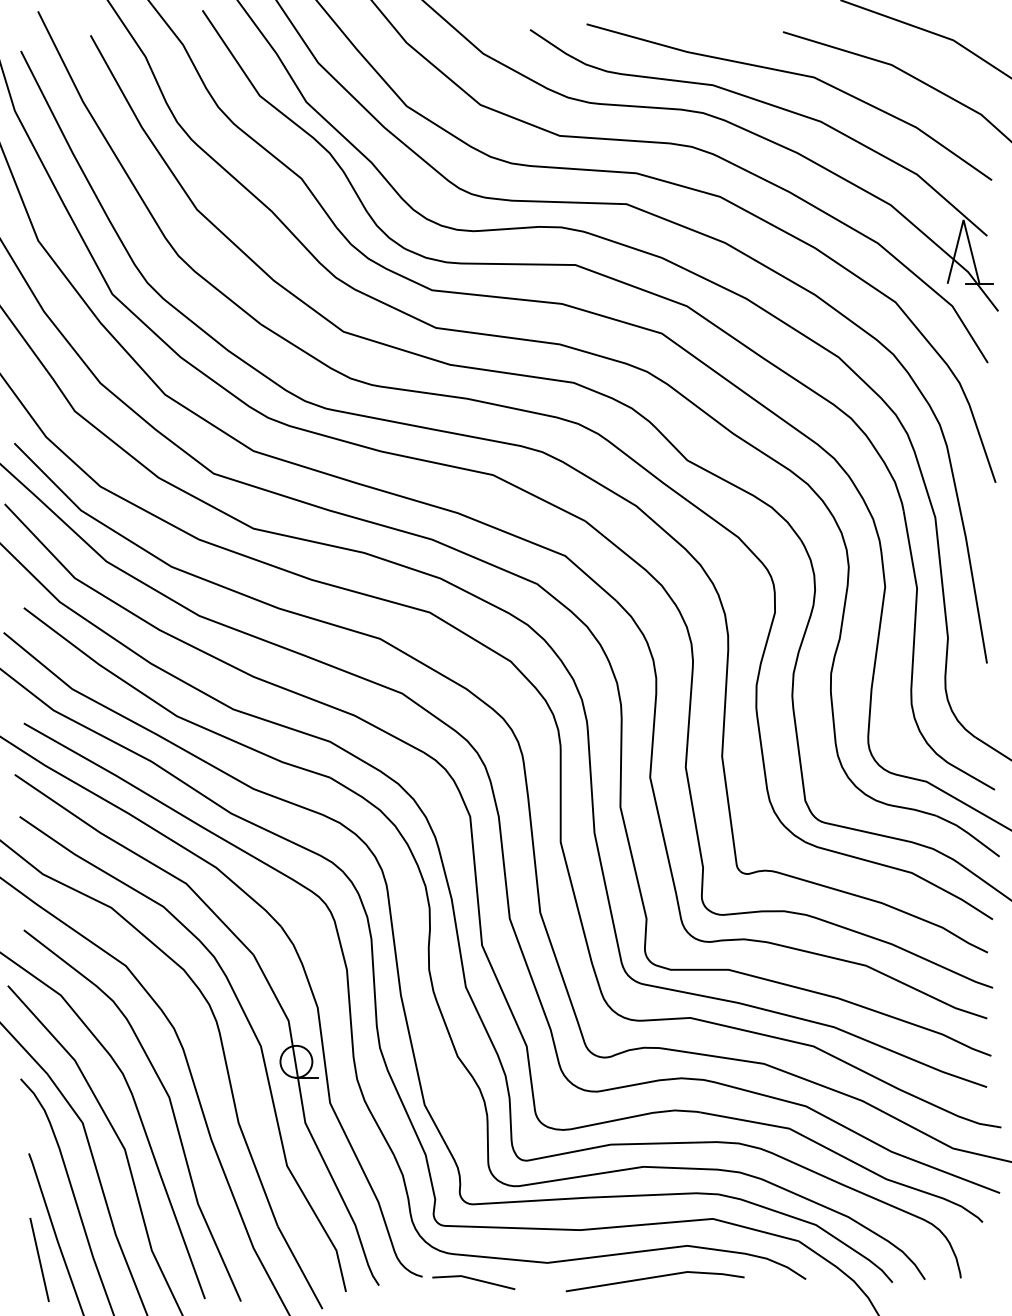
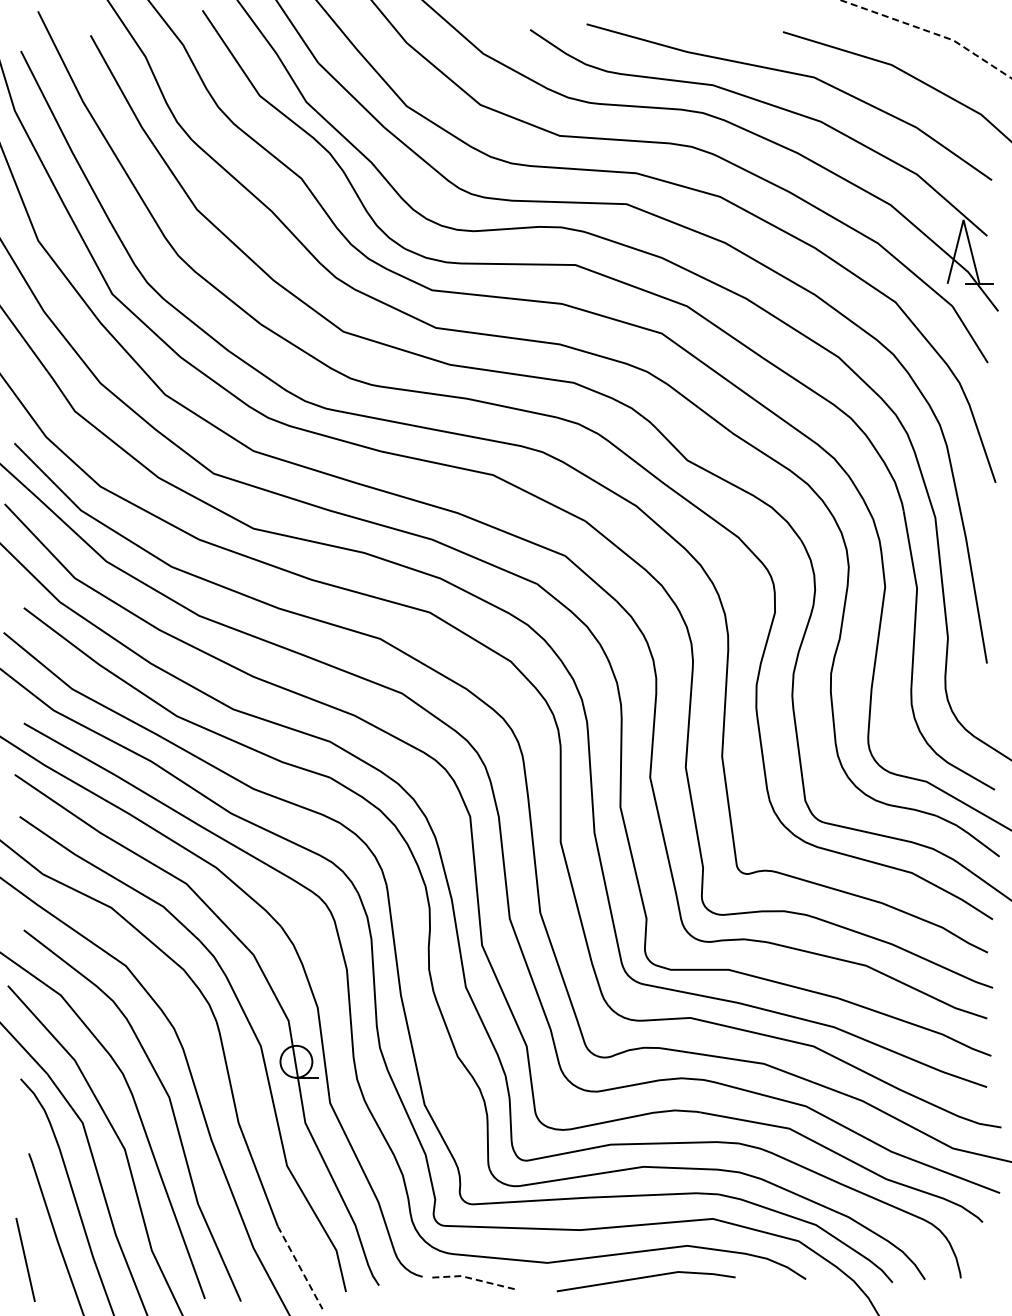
line at (930, 32): solid -> dashed
line at (39, 1259) position: (39, 1259) -> (25, 1259)
line at (300, 1268): solid -> dashed
line at (654, 1278) position: (654, 1278) -> (645, 1278)
line at (473, 1279): solid -> dashed
